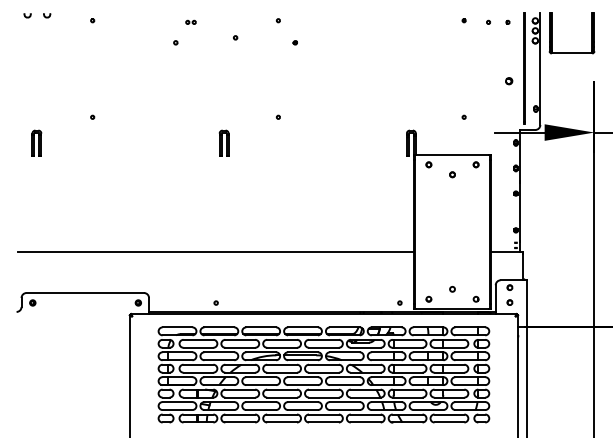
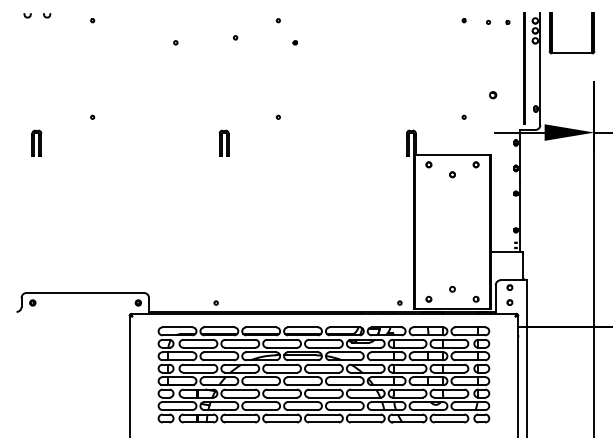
part at (190, 21): present -> none
part at (509, 81) position: (509, 81) -> (493, 95)
line at (215, 251): present -> none
